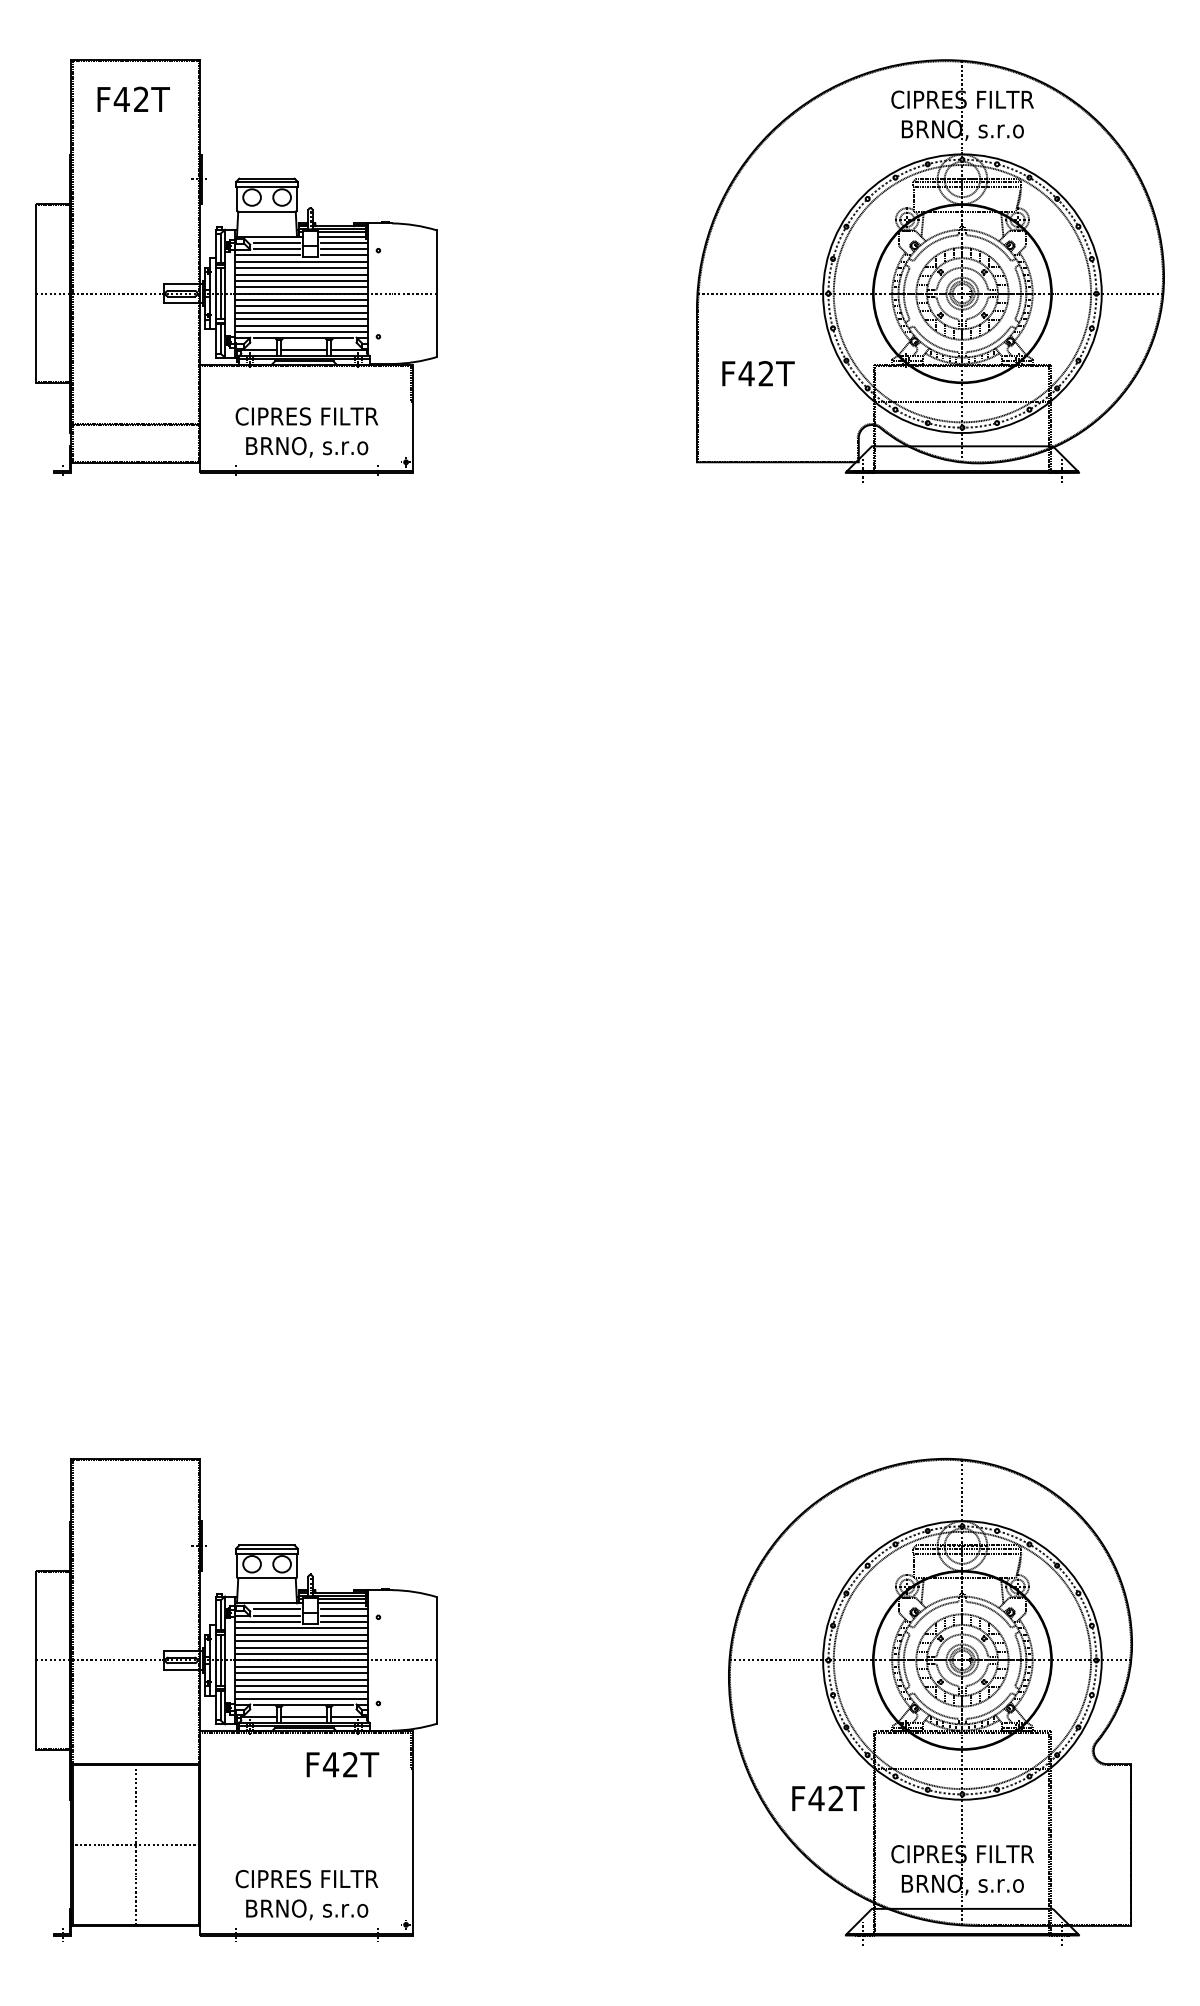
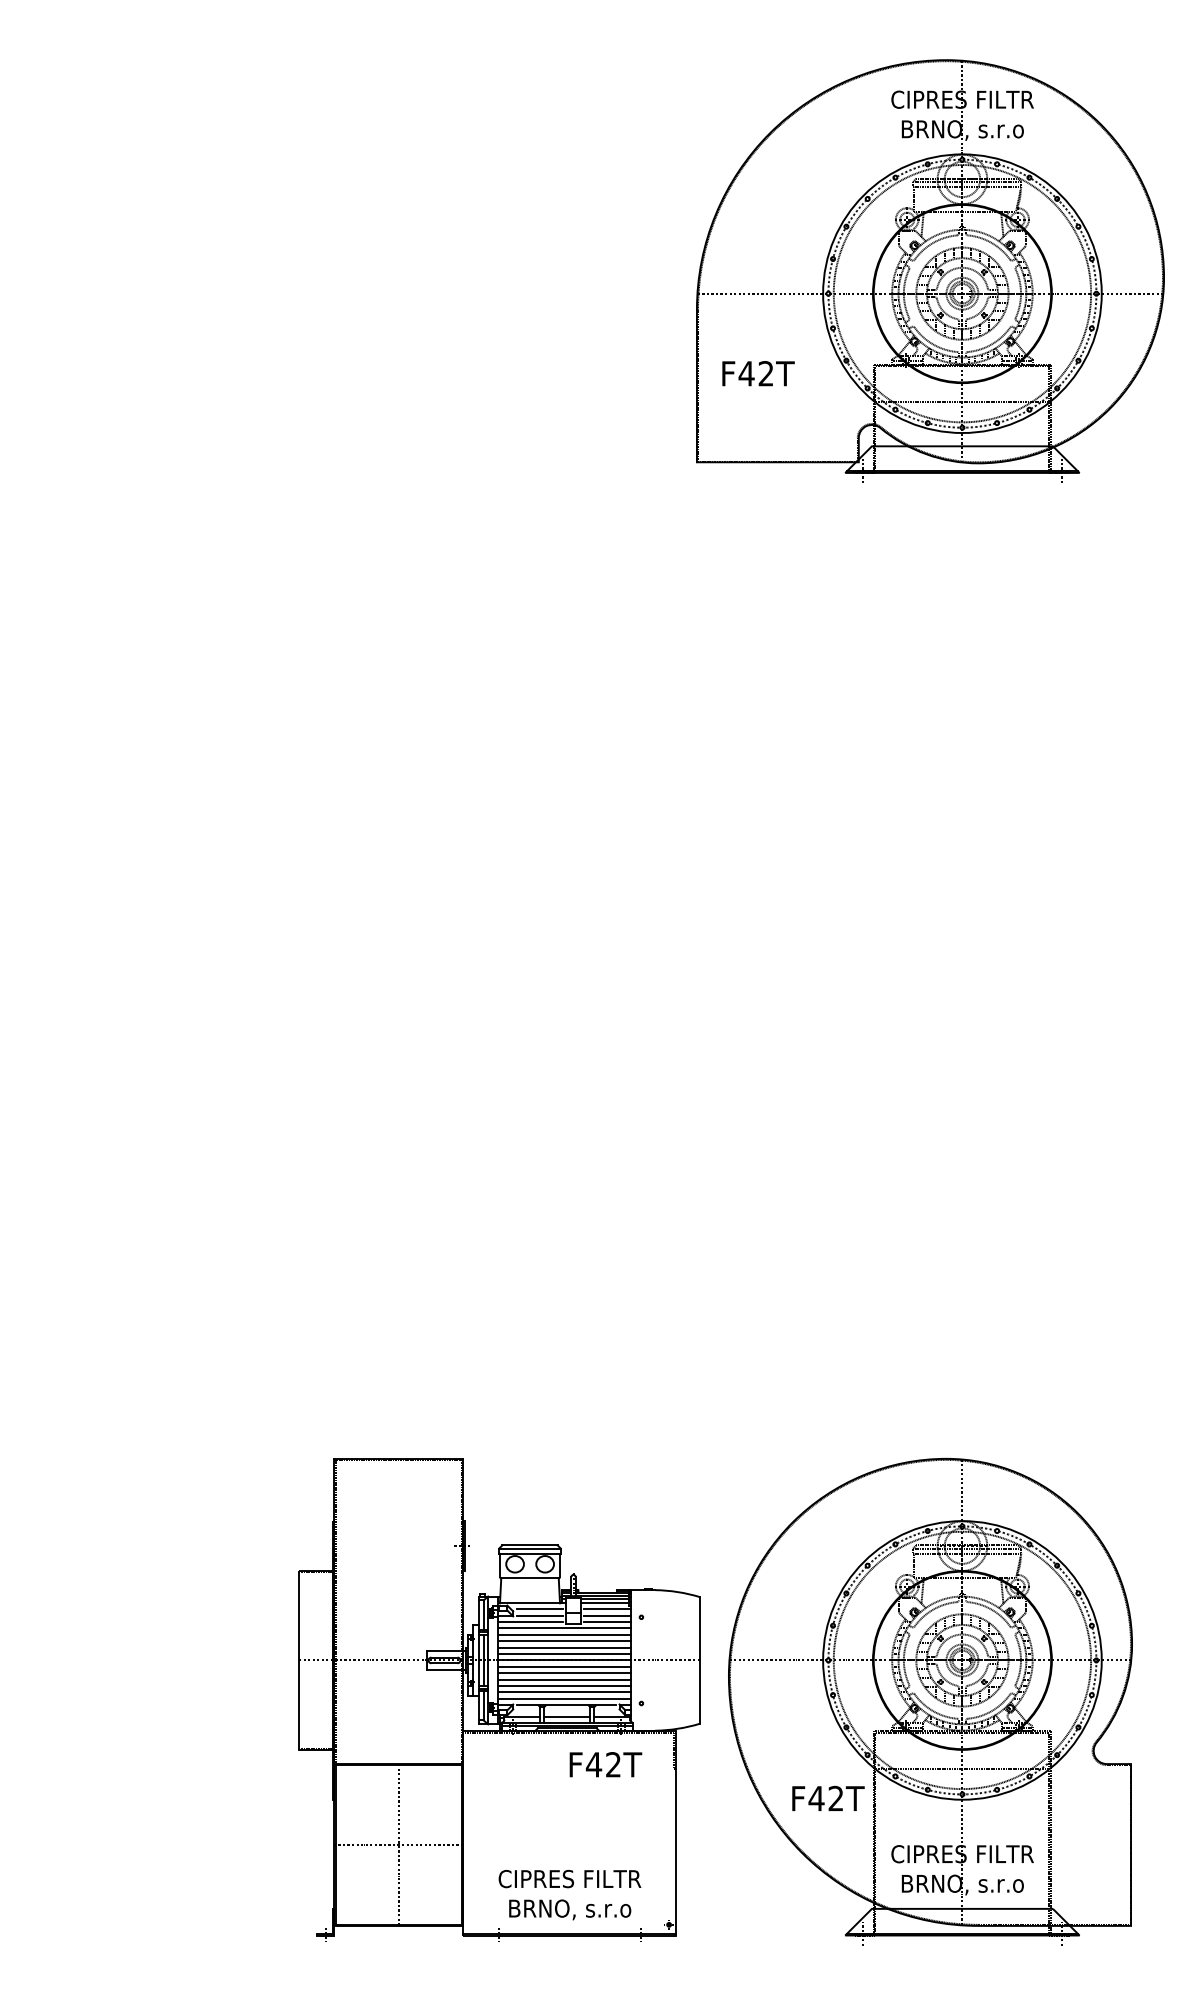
part at (236, 267): present -> none
part at (236, 1699) position: (236, 1699) -> (499, 1699)
